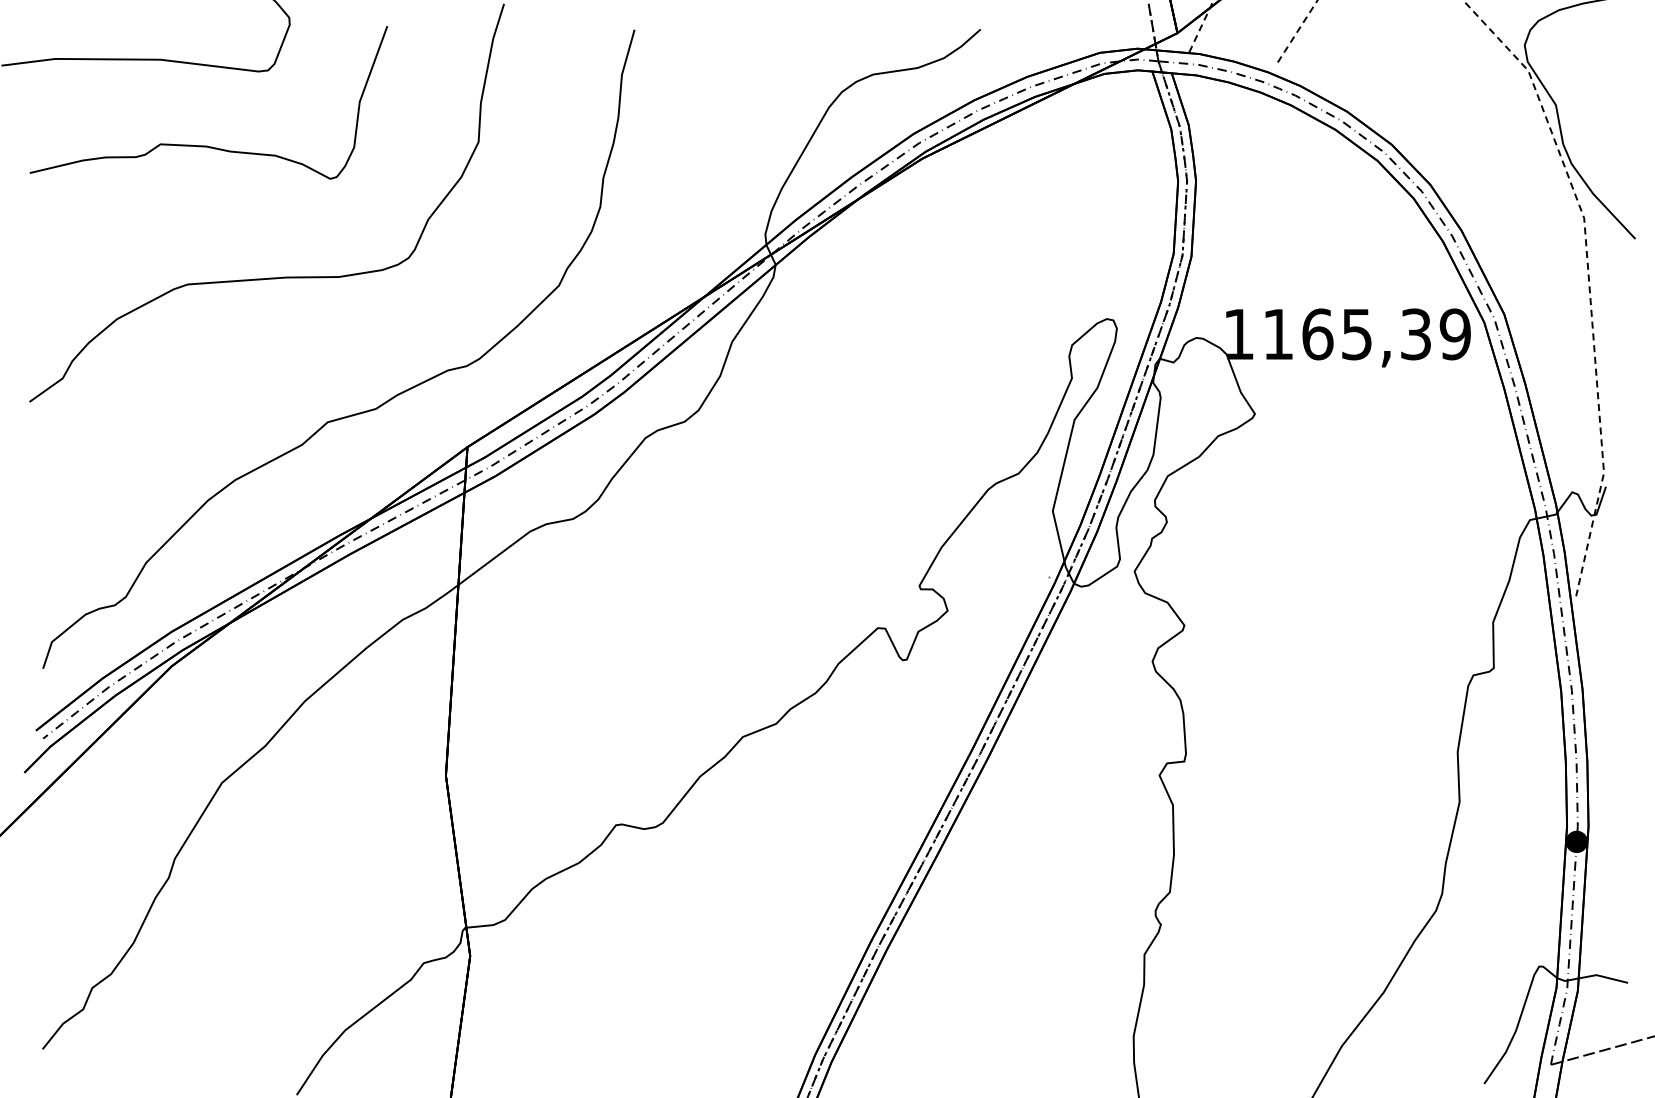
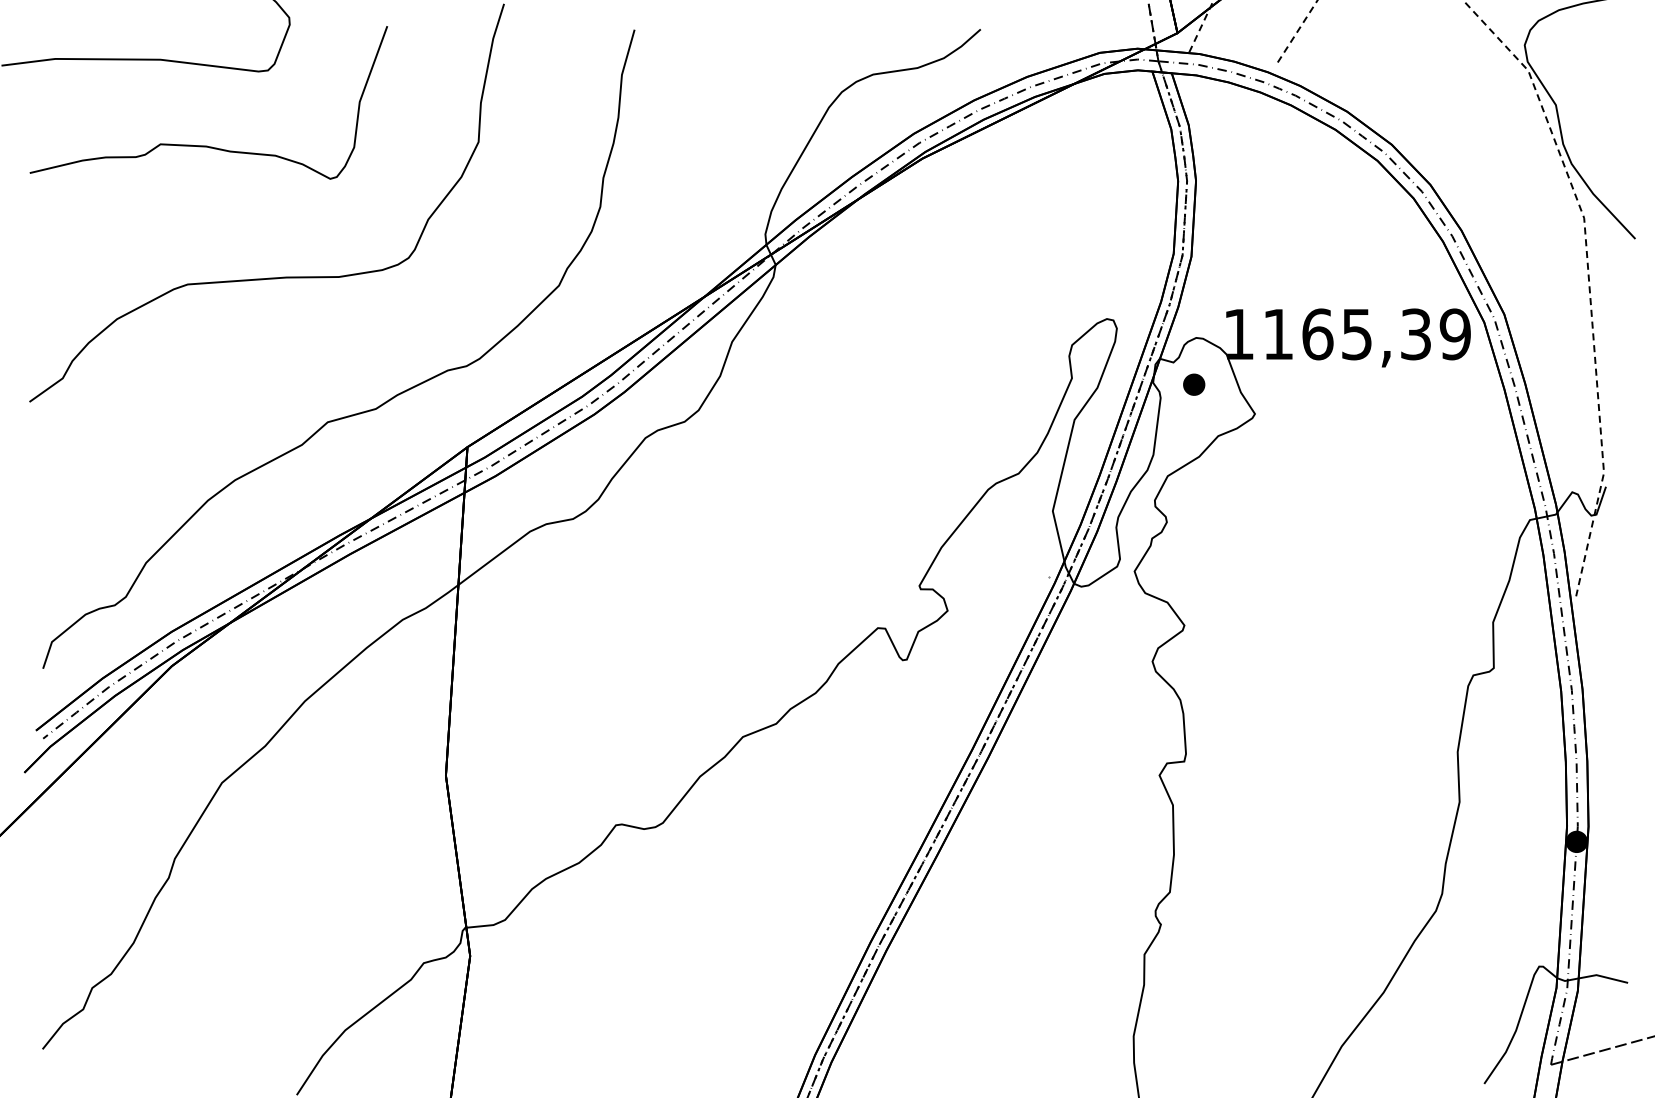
part at (1194, 384): none -> present
